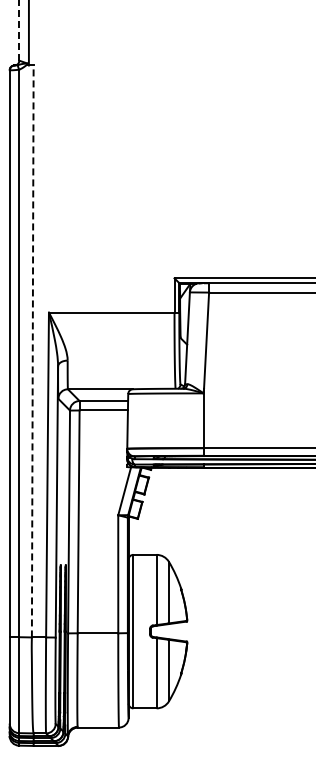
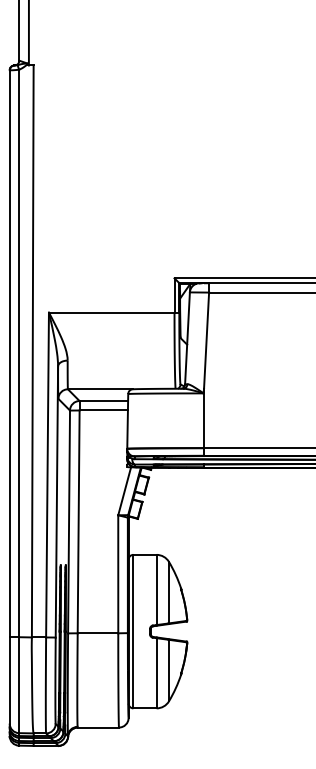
line at (19, 30): dashed -> solid
line at (32, 351): dashed -> solid
